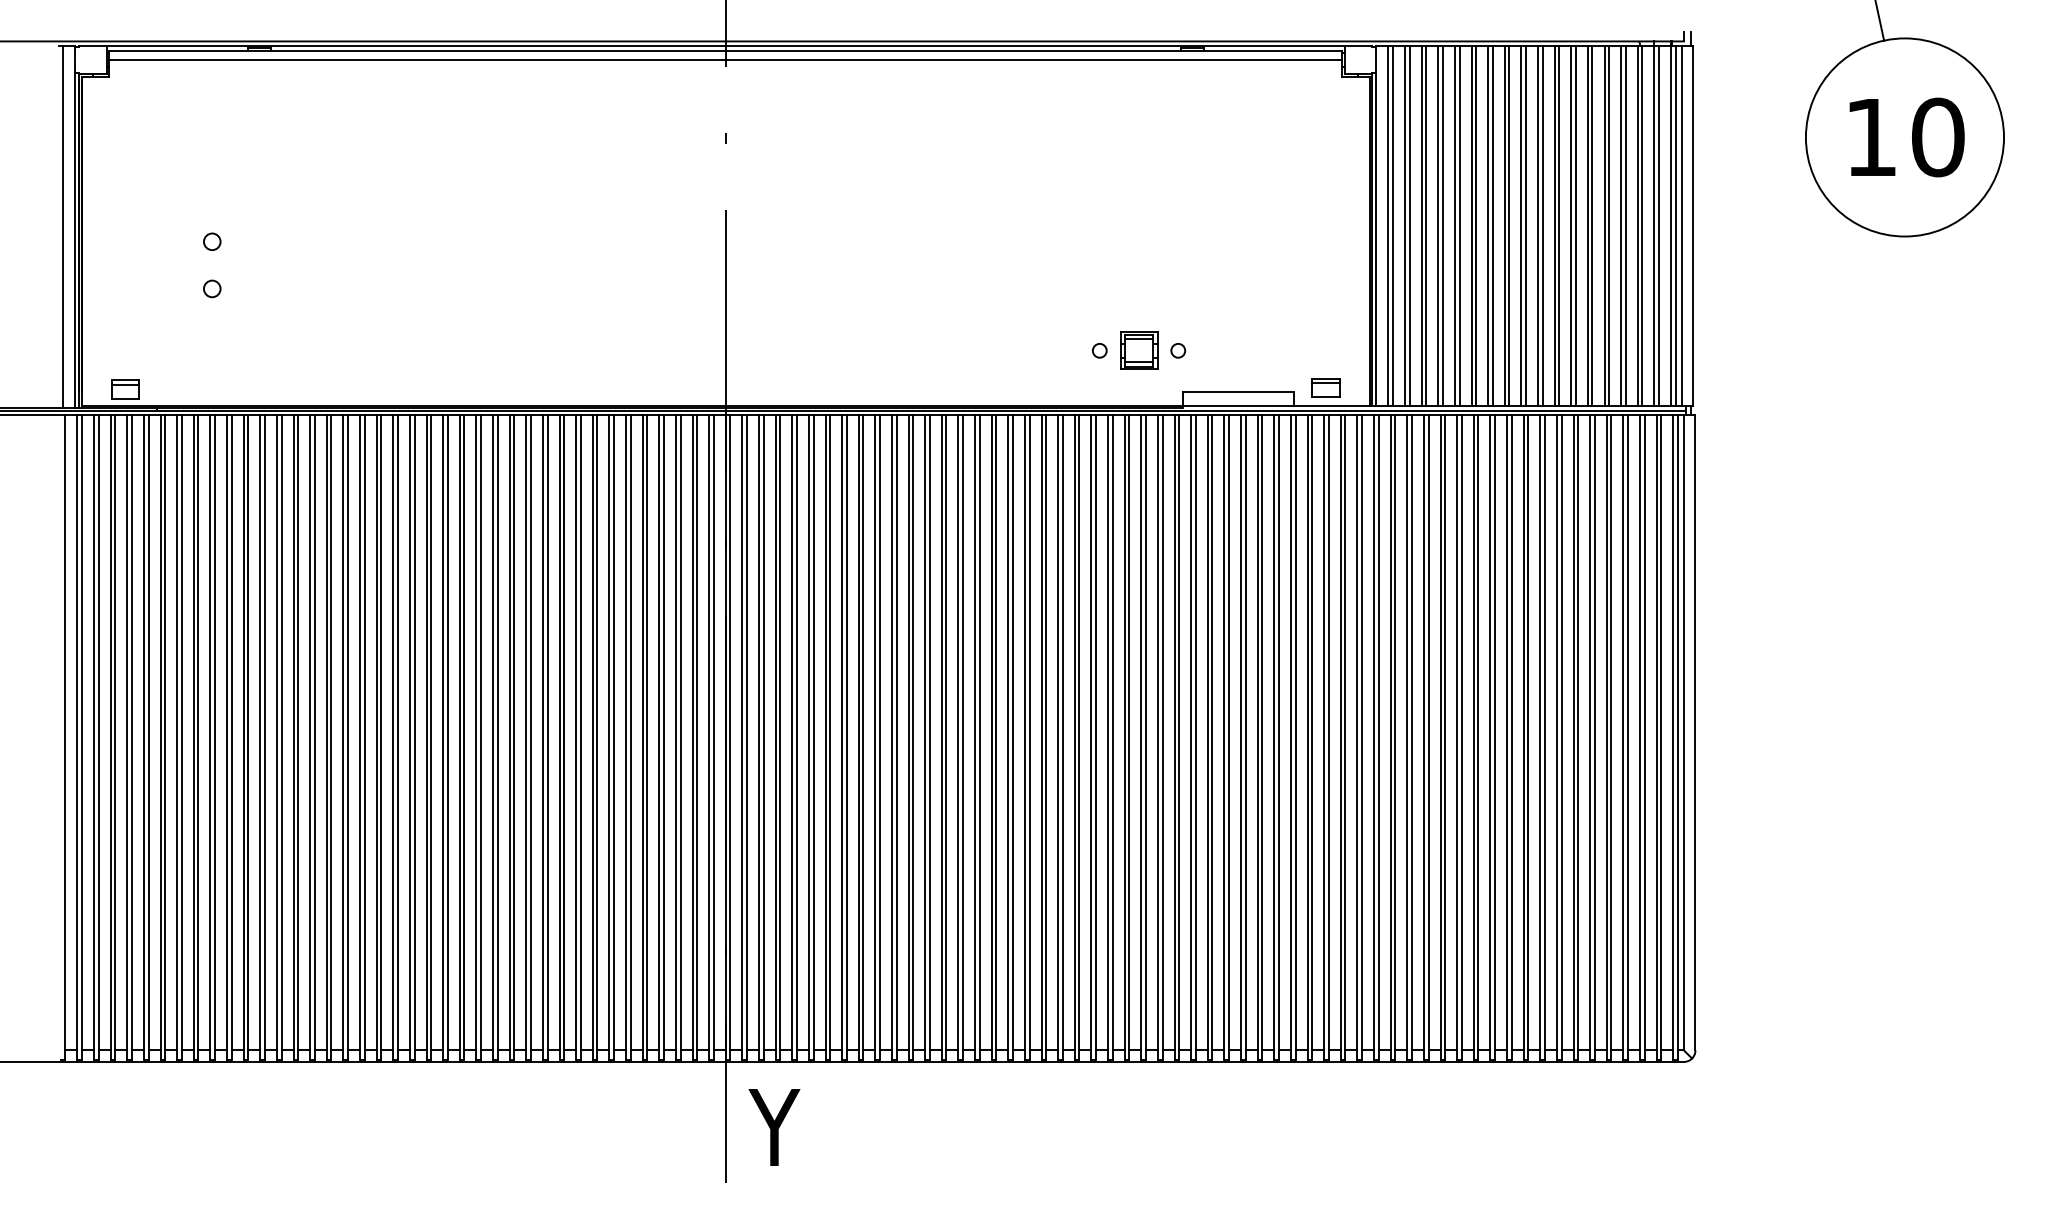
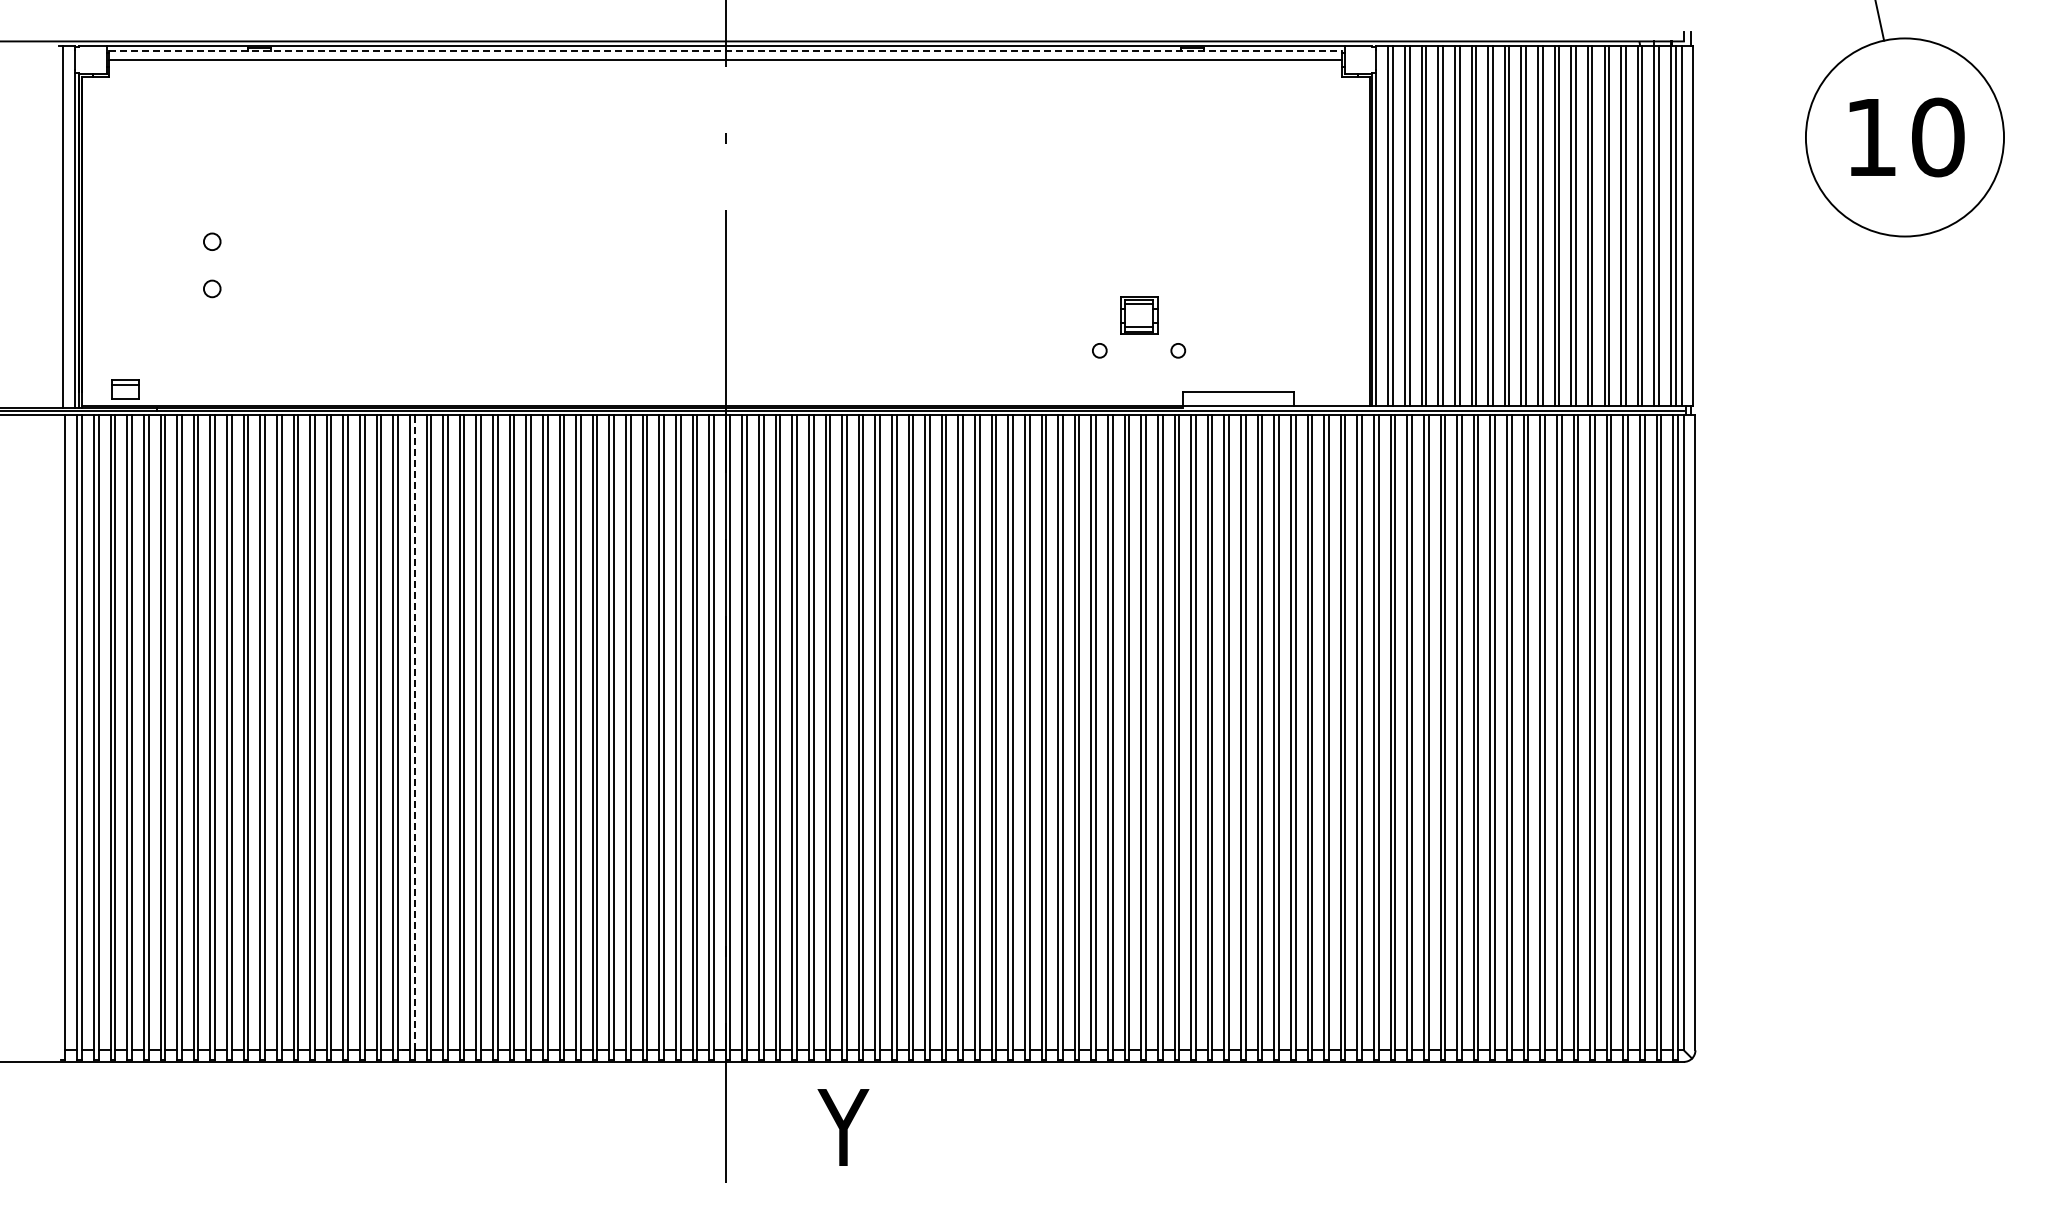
line at (726, 50): solid -> dashed
part at (1139, 350) position: (1139, 350) -> (1139, 315)
part at (1325, 387): present -> none
line at (414, 732): solid -> dashed
text at (774, 1127) position: (774, 1127) -> (843, 1127)
